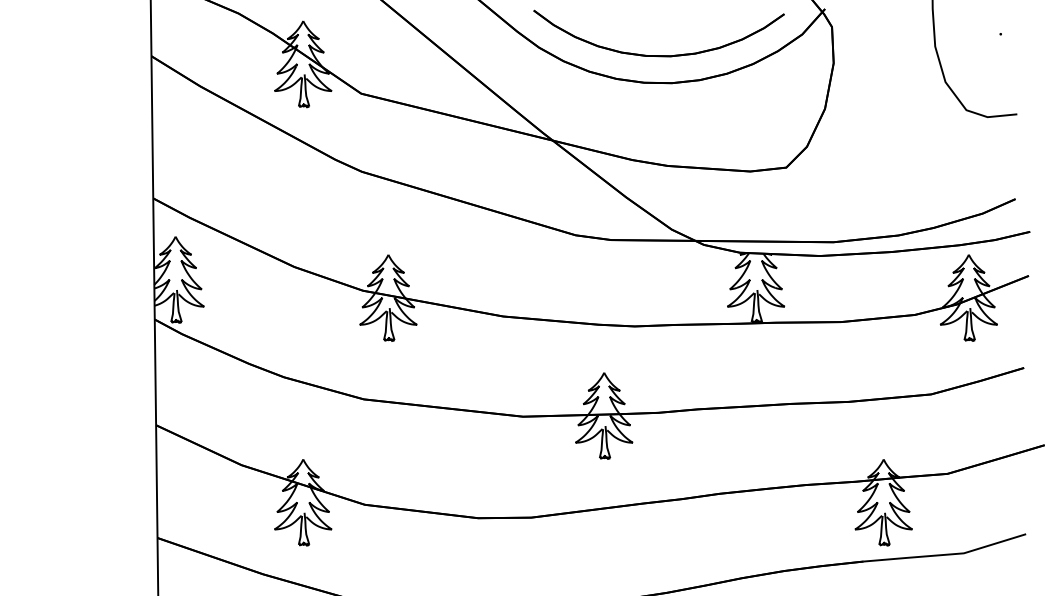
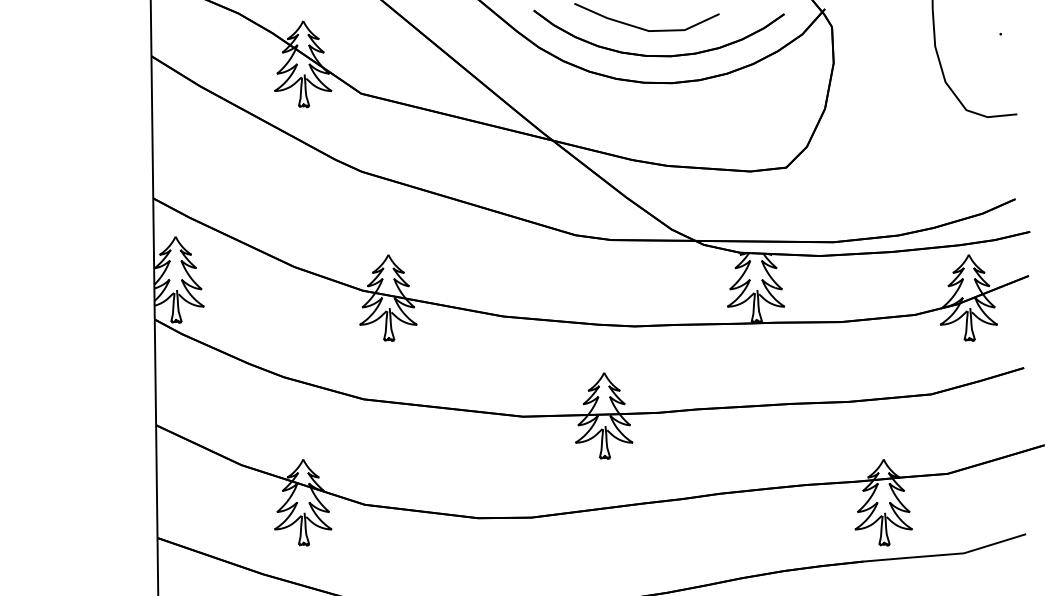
line at (641, 27): none -> present
